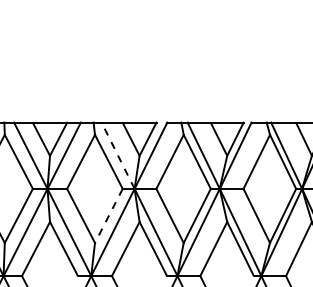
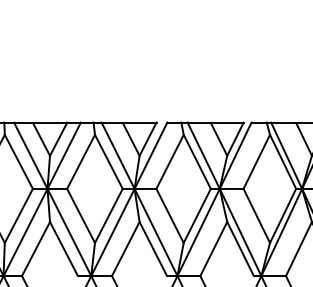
line at (117, 155): dashed -> solid
line at (108, 216): dashed -> solid
